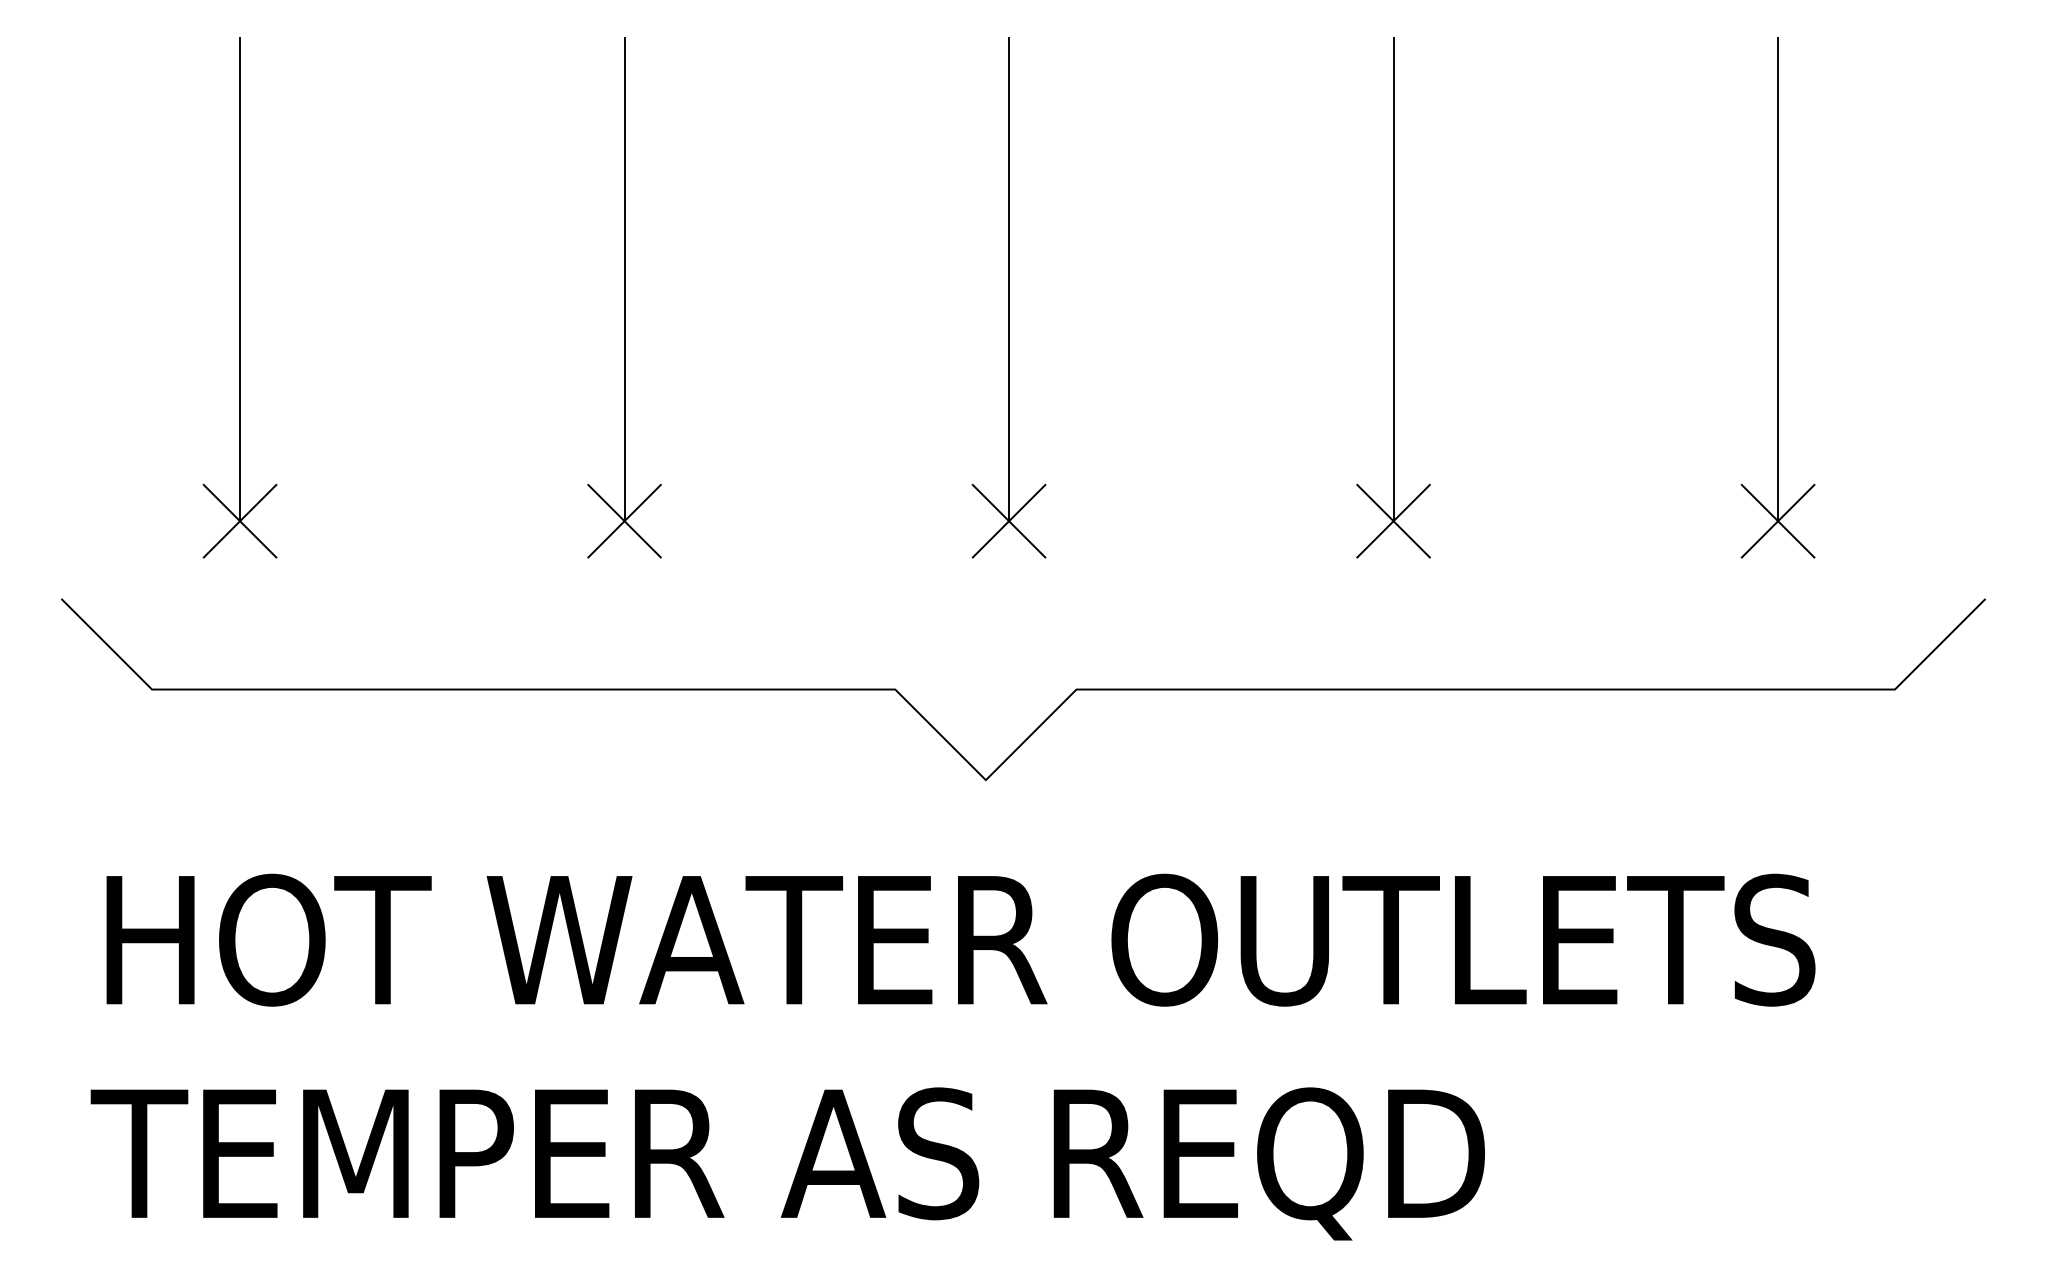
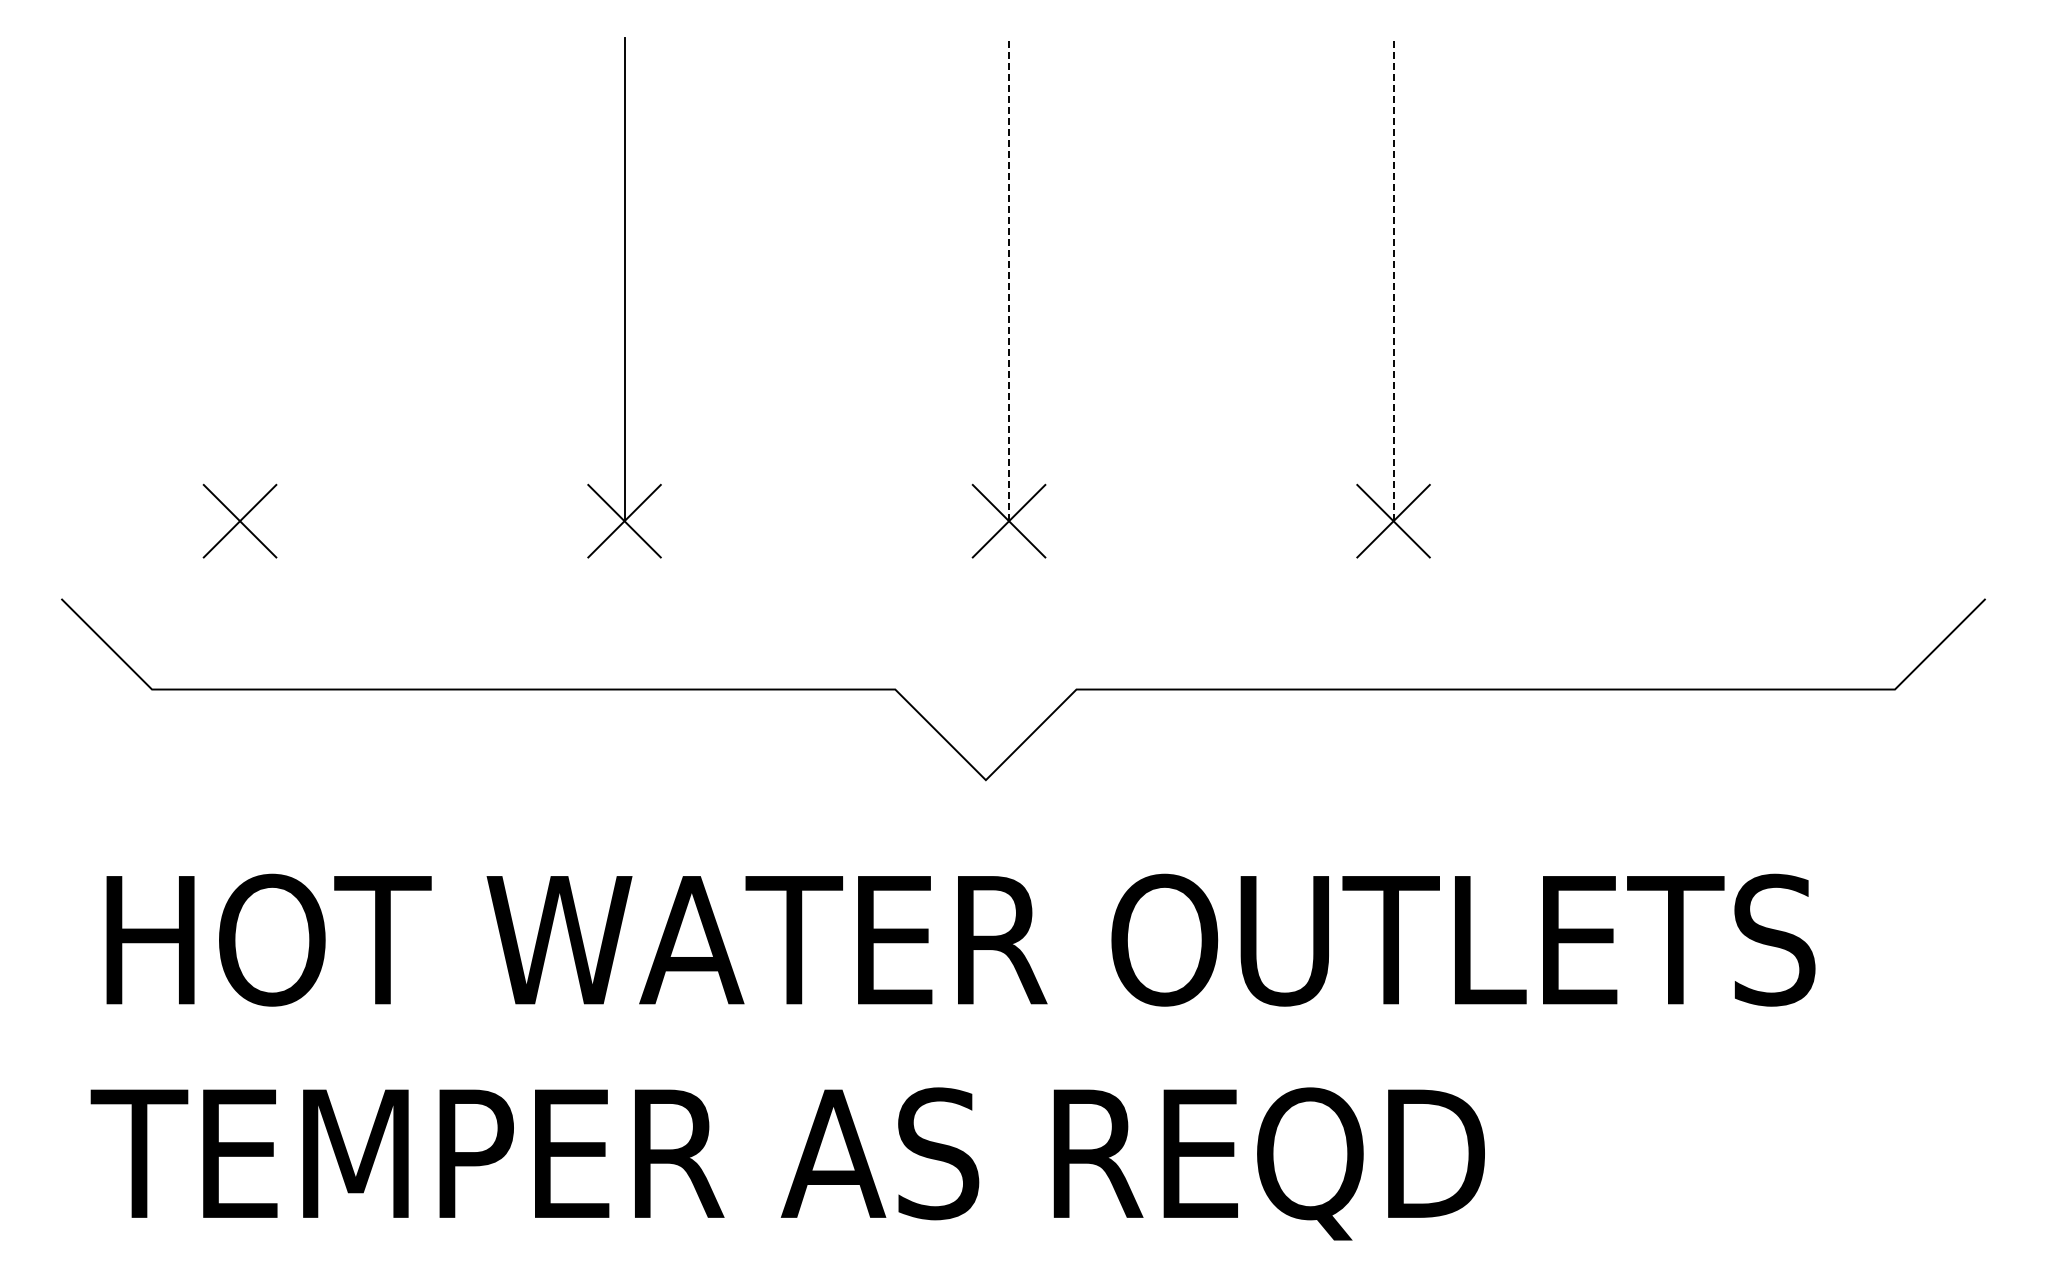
line at (240, 279): present -> none
line at (1009, 279): solid -> dashed
line at (1393, 279): solid -> dashed
part at (1777, 297): present -> none
